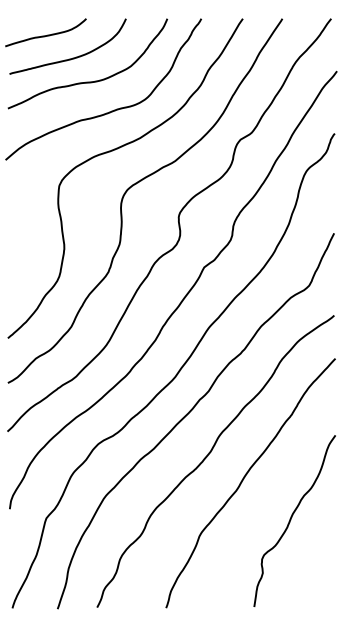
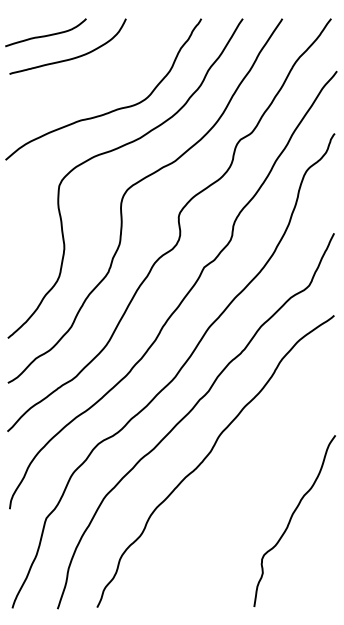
curve at (87, 81): present -> none
curve at (244, 479): present -> none
